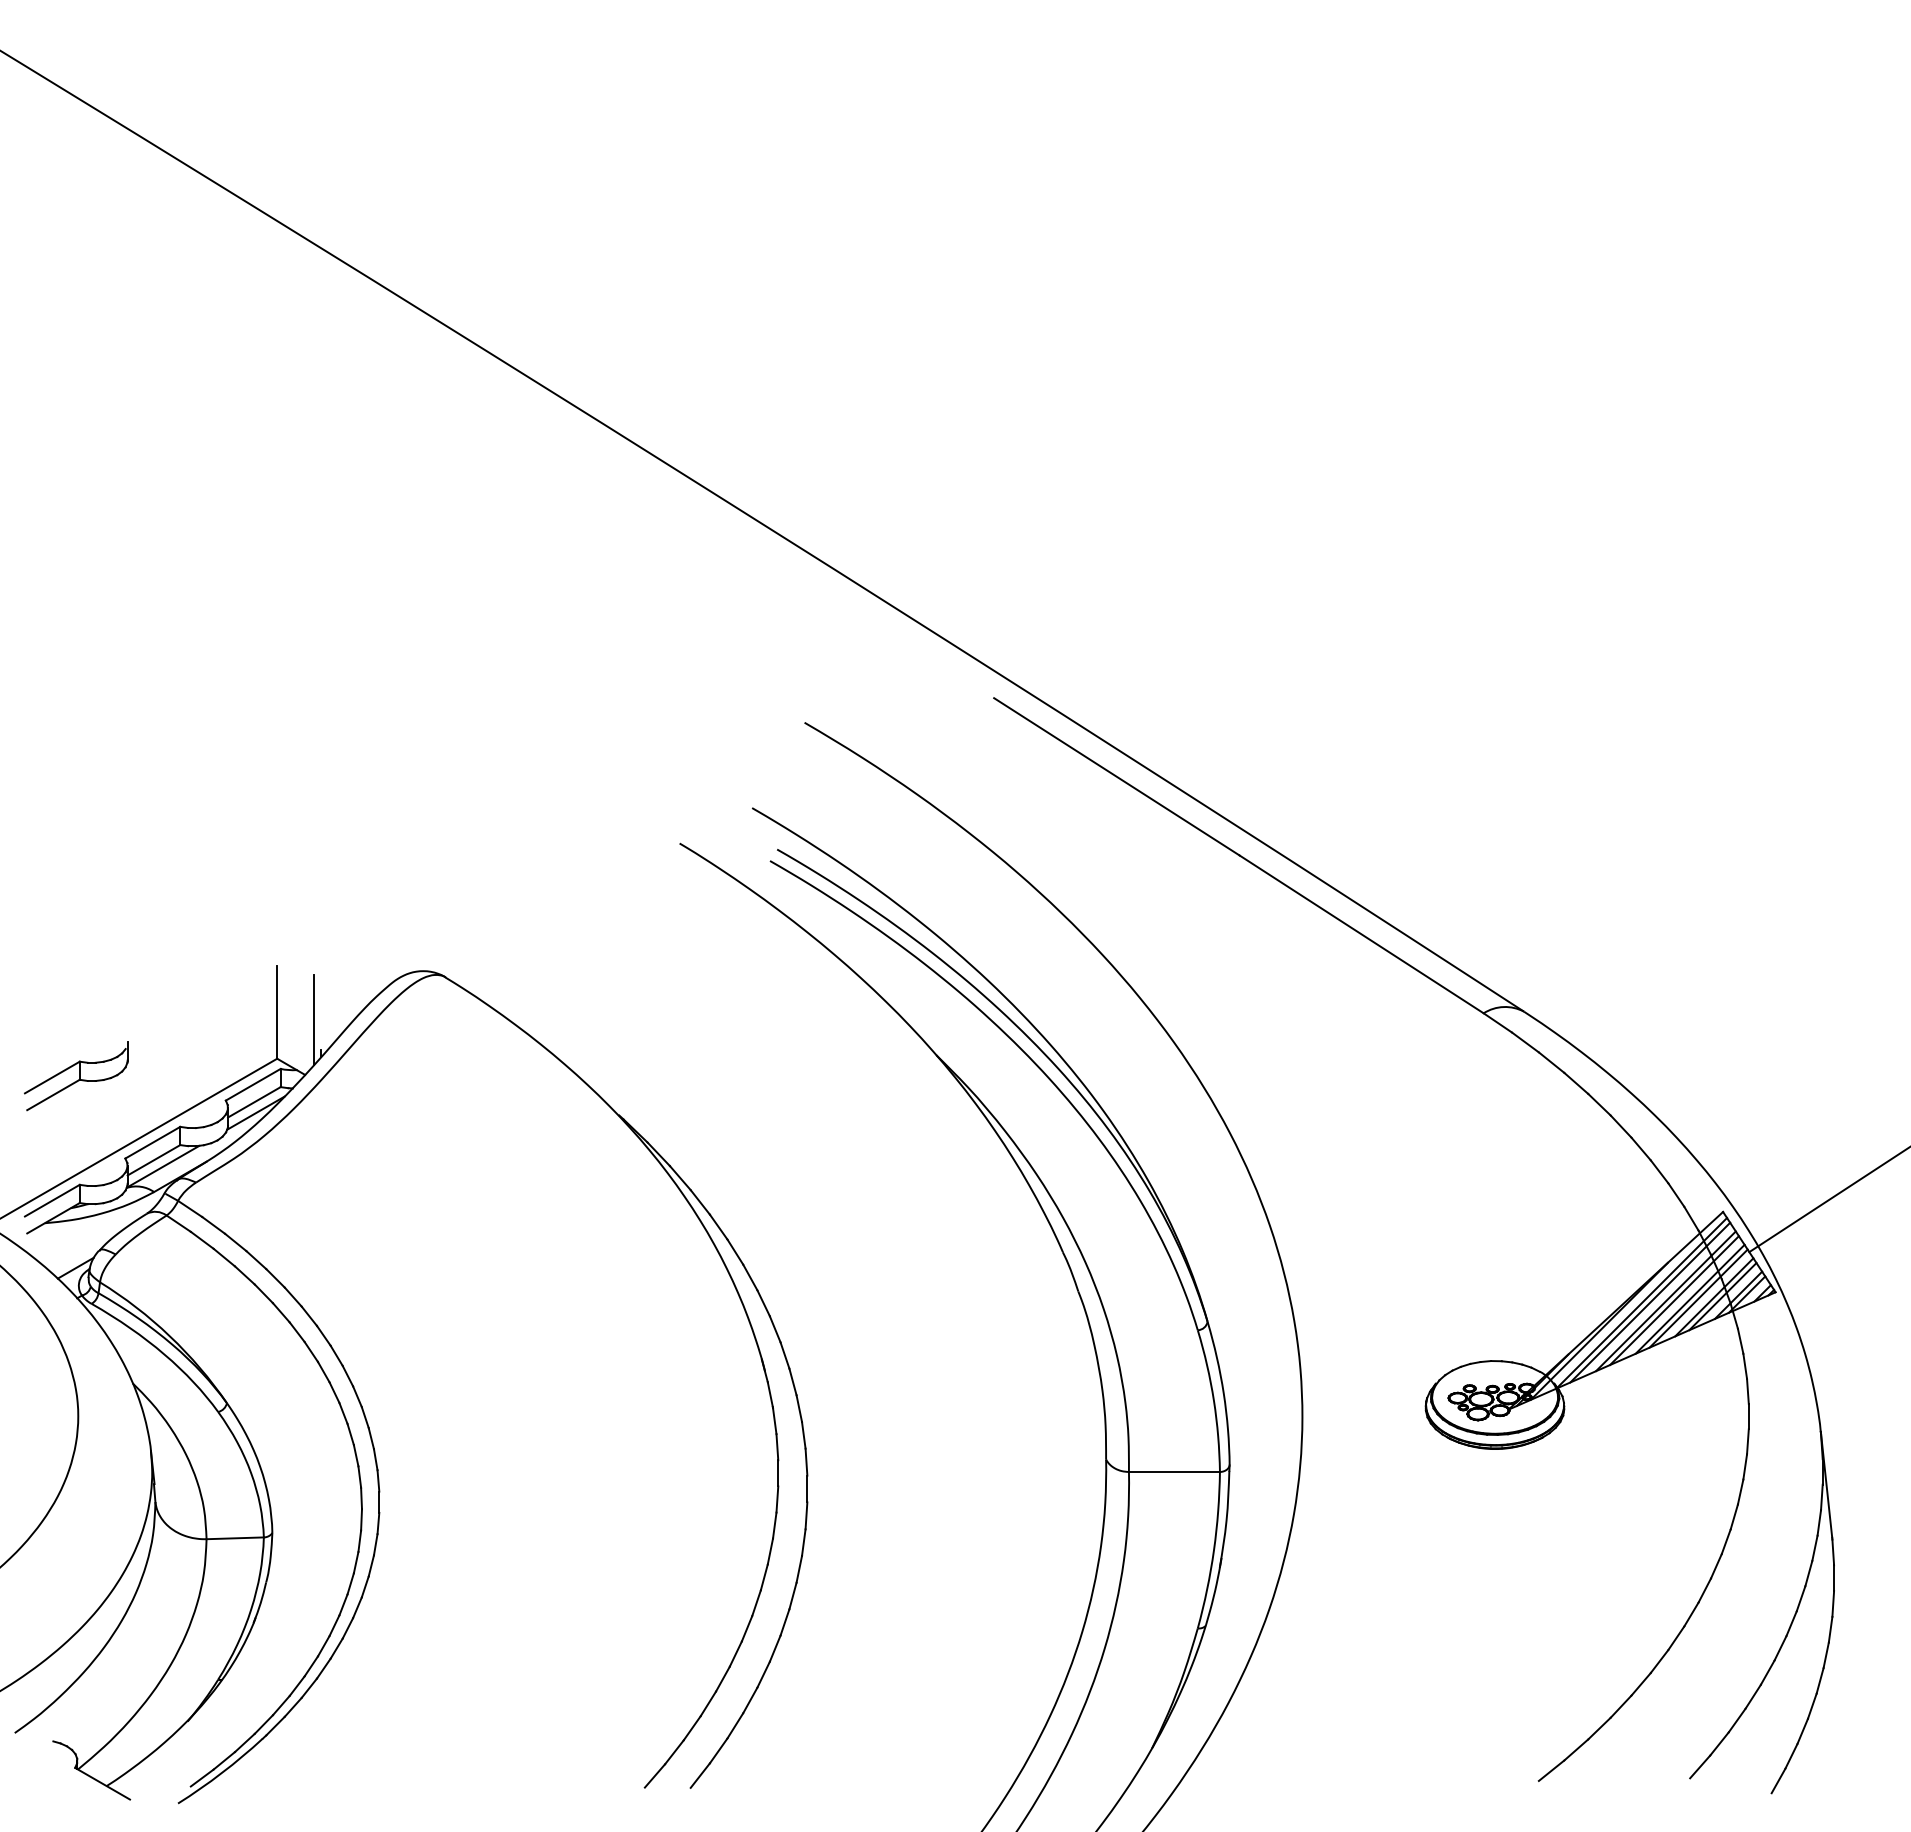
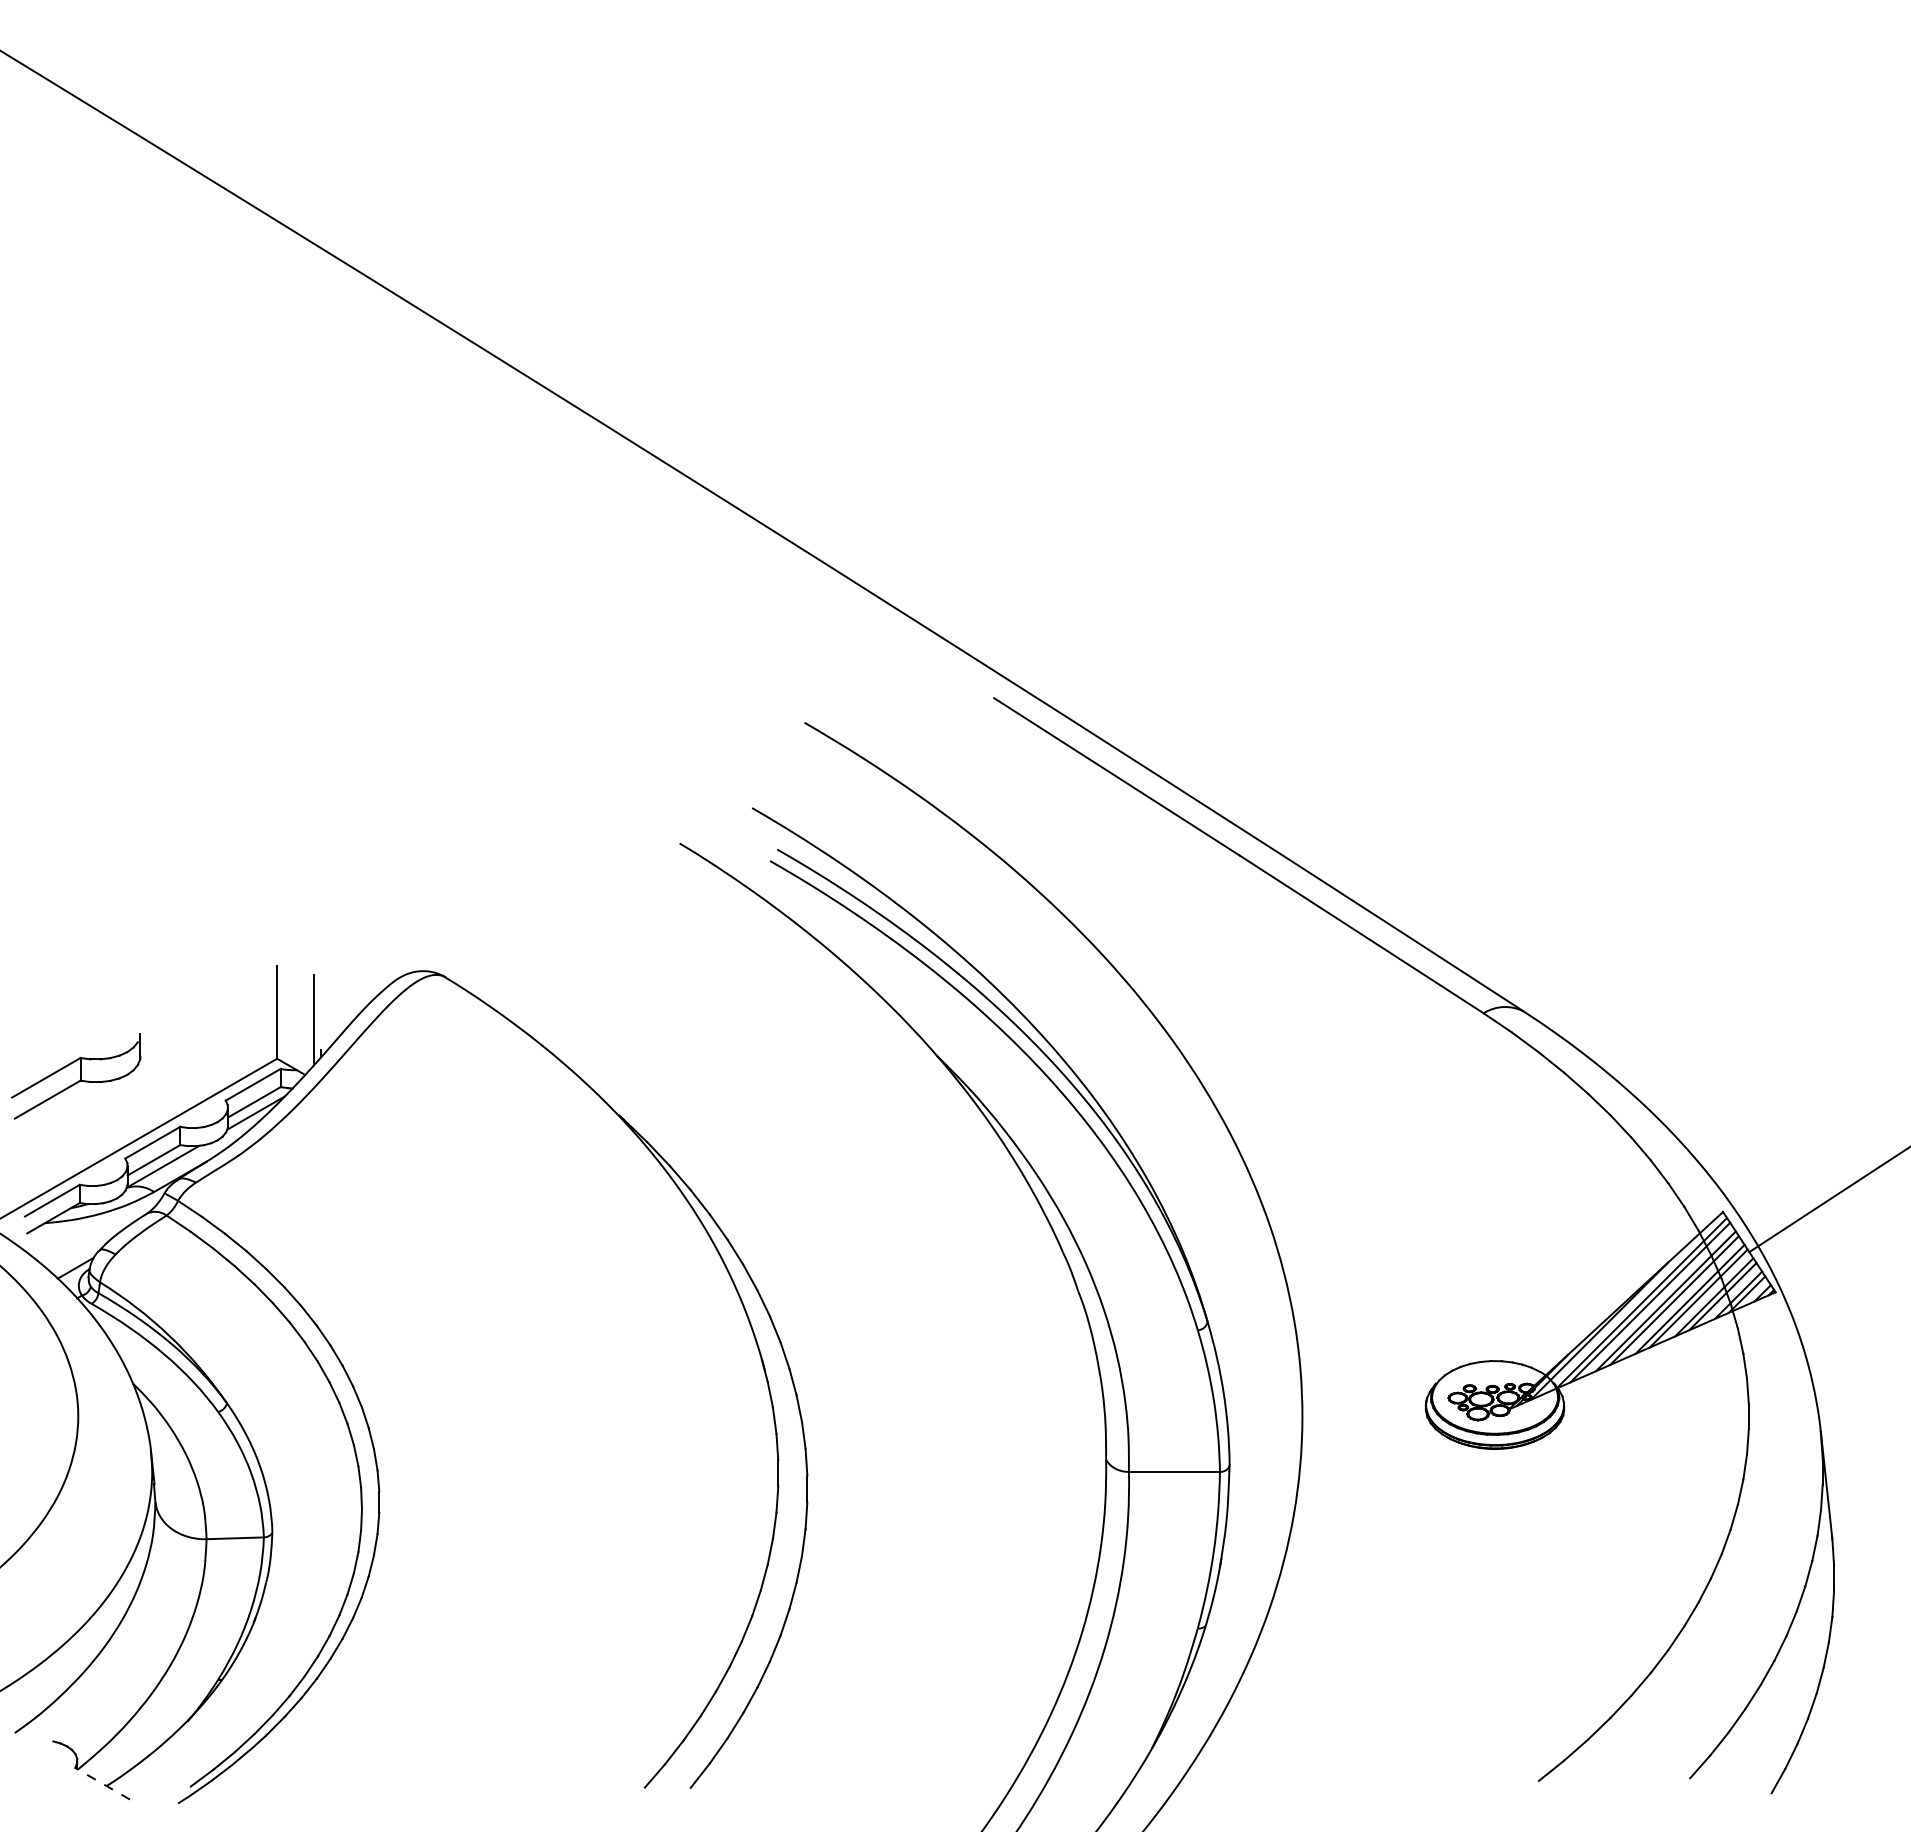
part at (76, 1076) size: 105x71 px -> 131x87 px
line at (102, 1783): solid -> dashed
